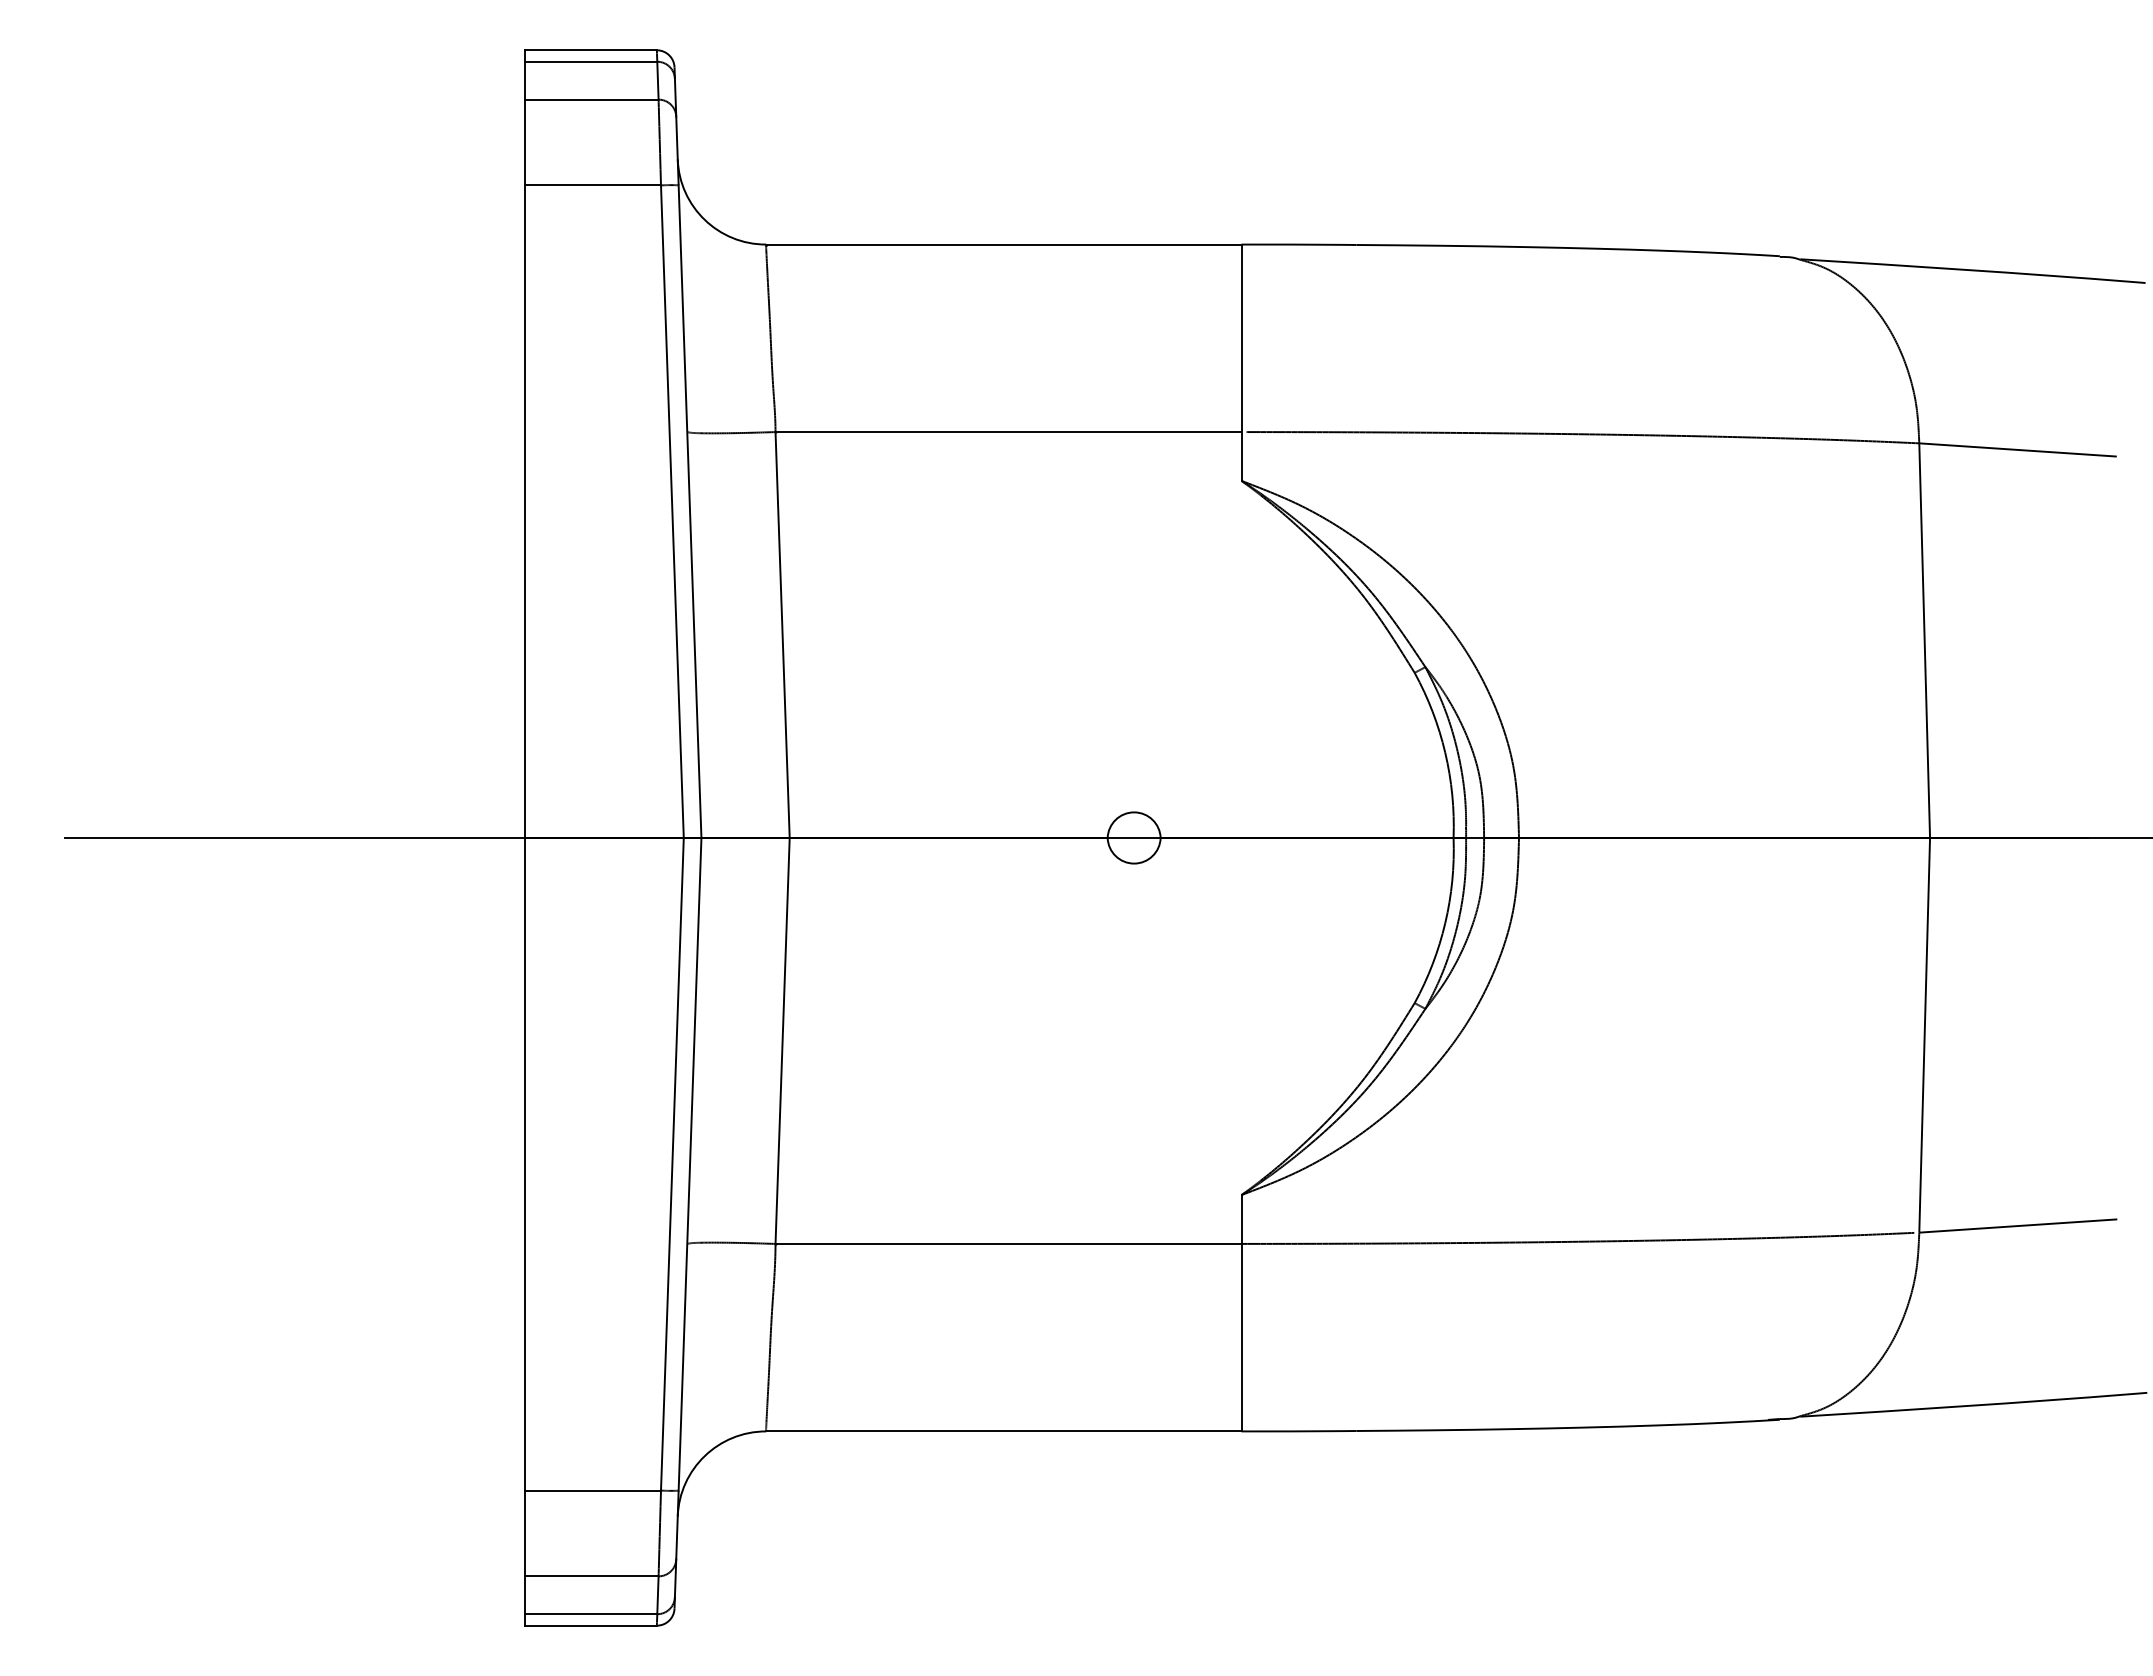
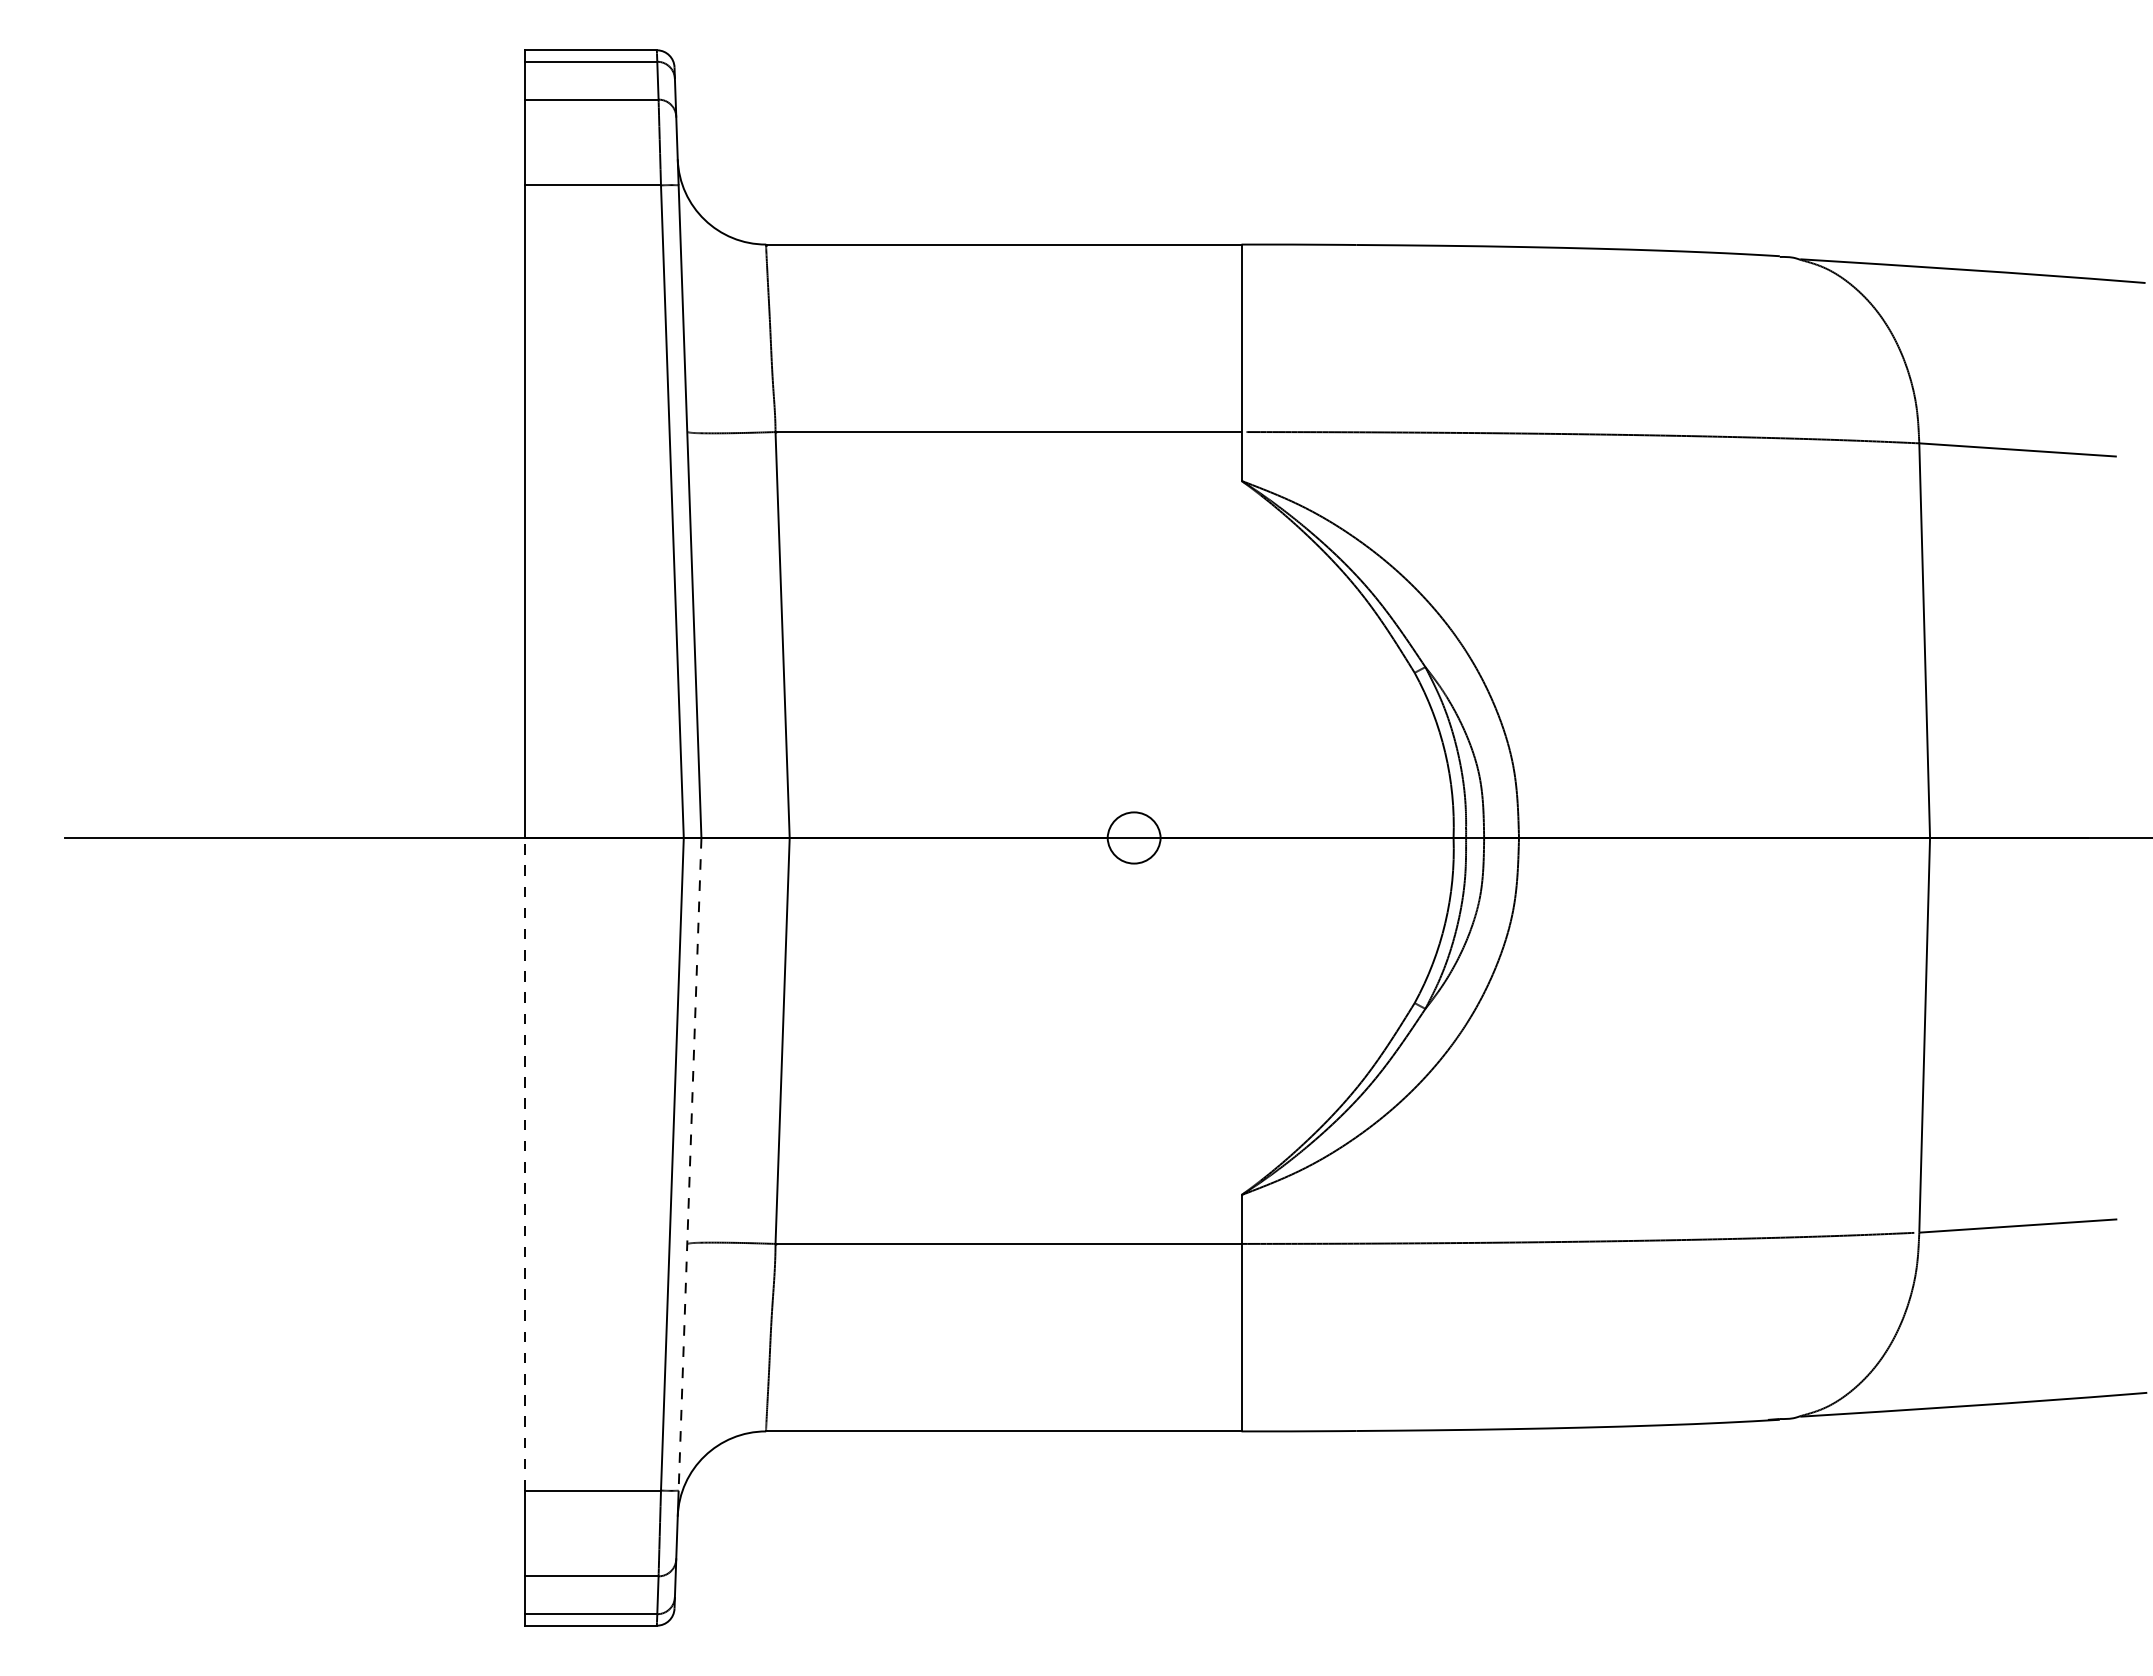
line at (524, 1163): solid -> dashed
line at (690, 1164): solid -> dashed
